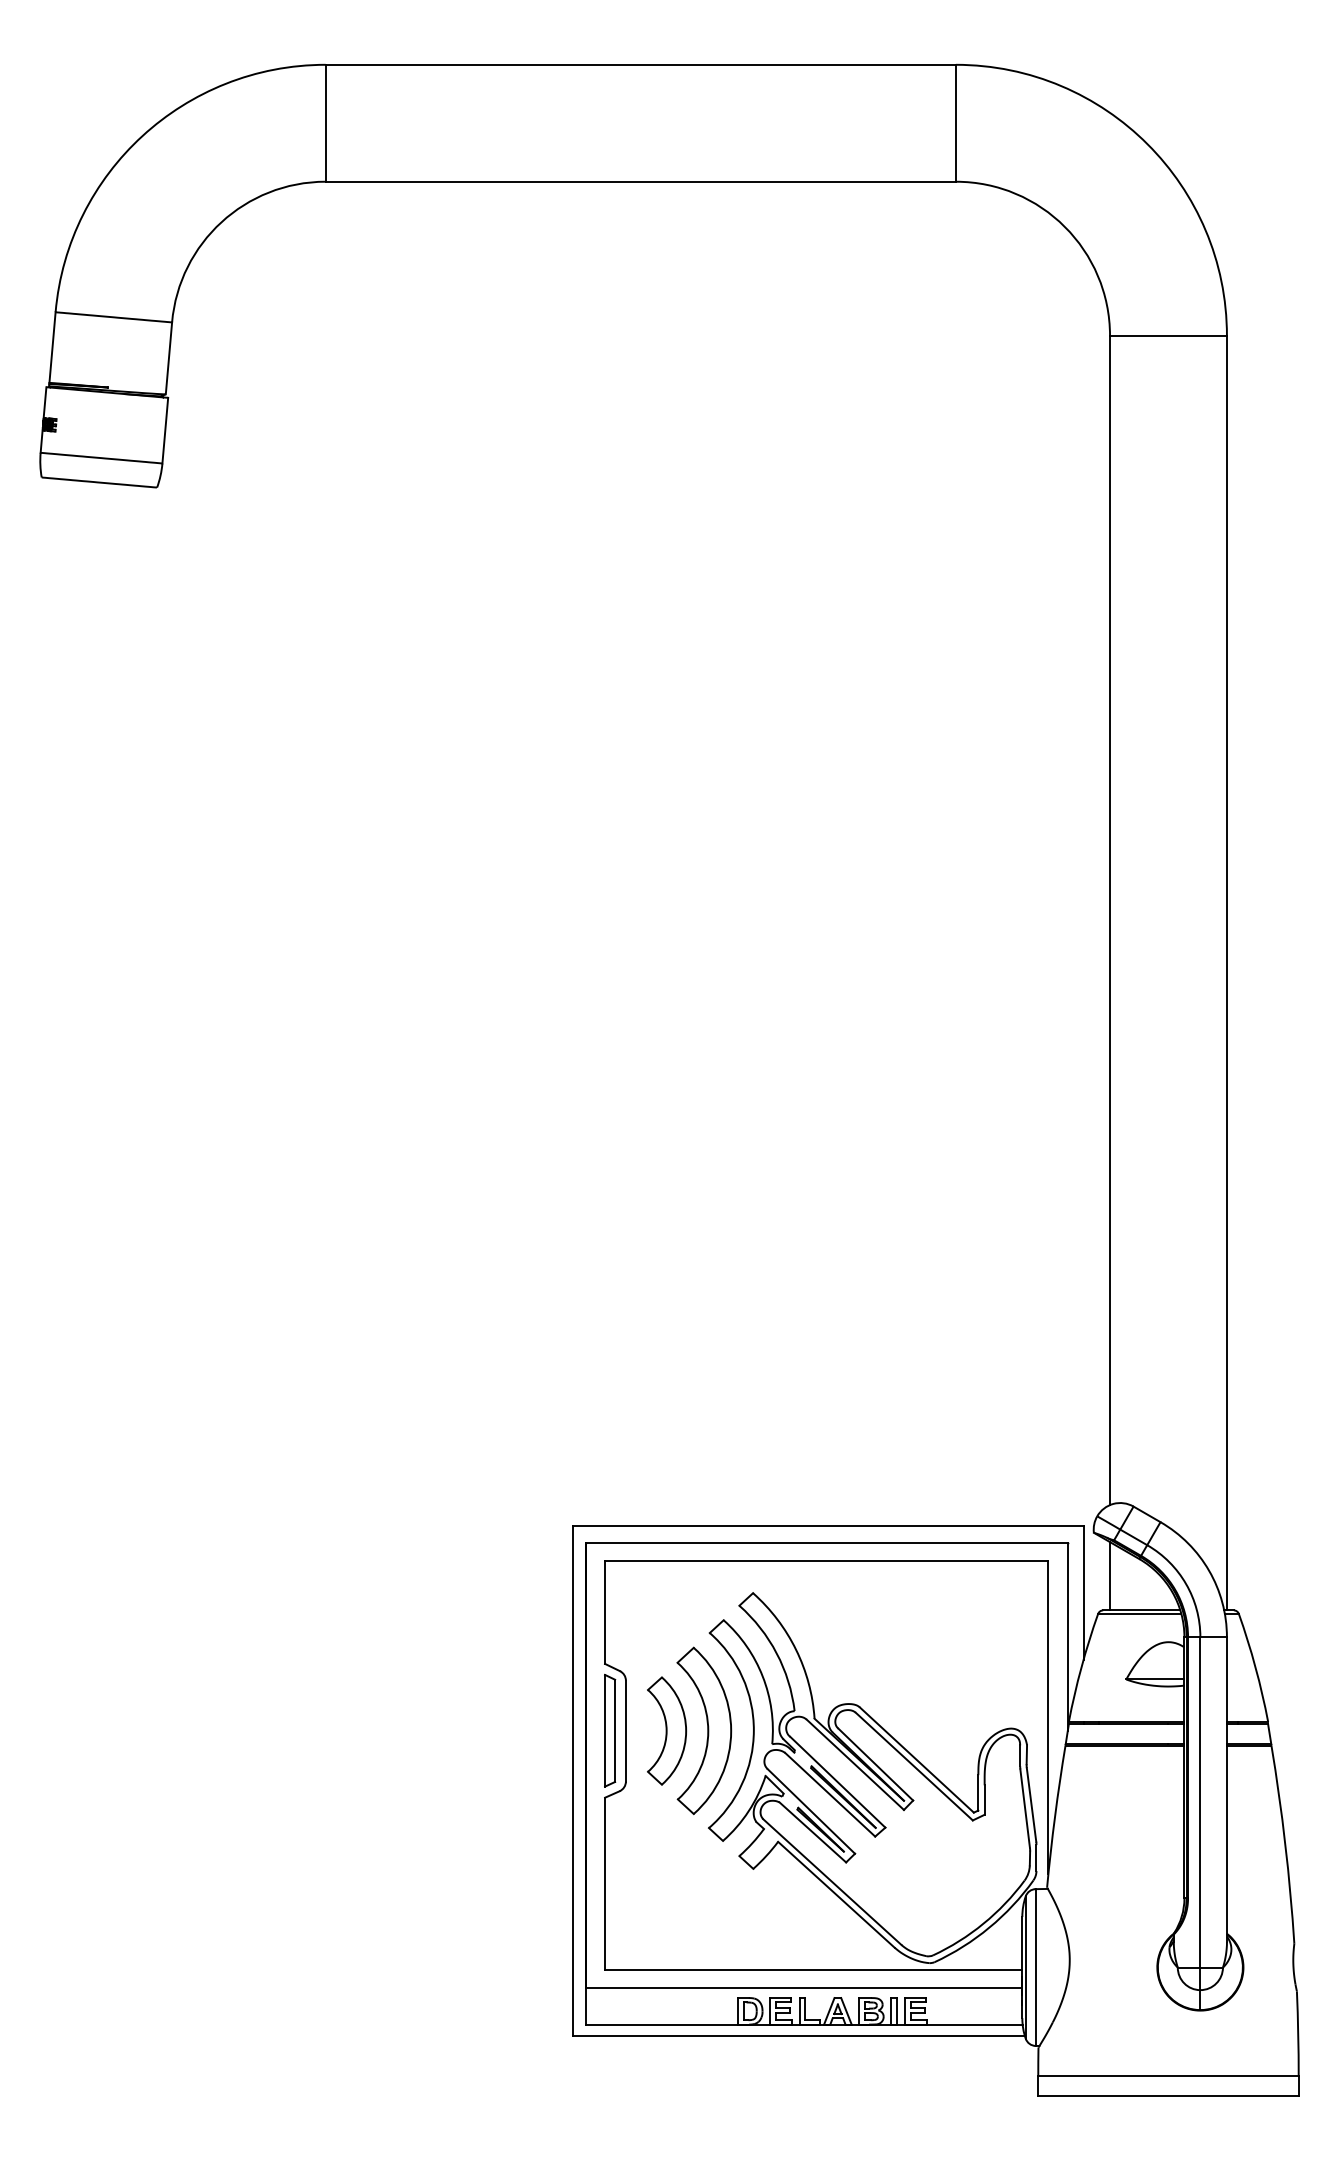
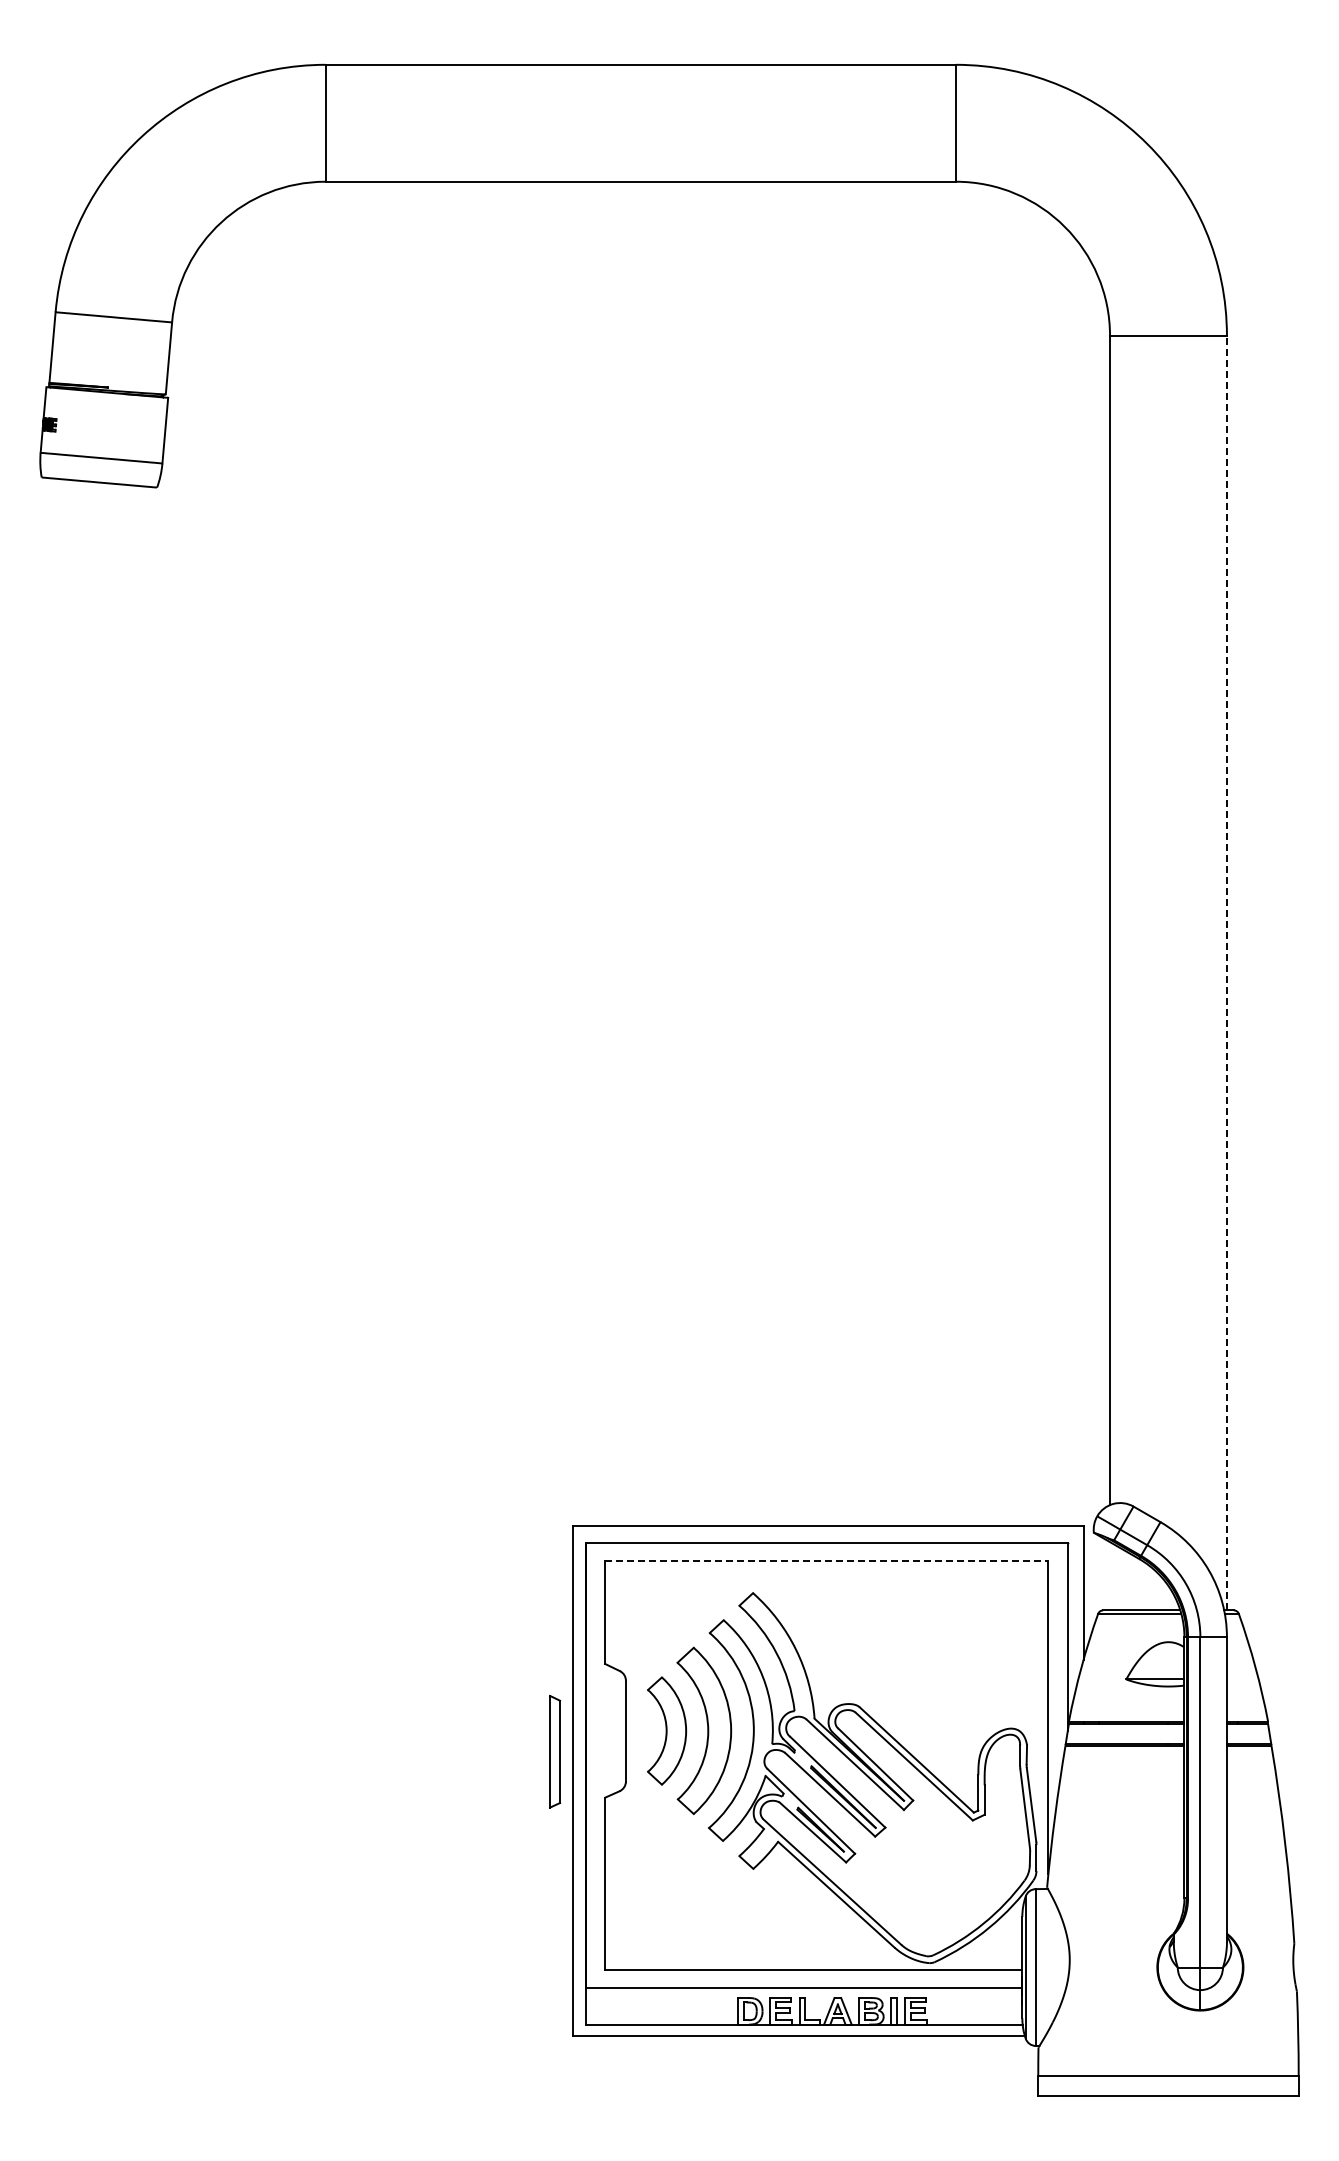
line at (1226, 972): solid -> dashed
line at (826, 1560): solid -> dashed
line at (1110, 1576): present -> none
part at (610, 1730) position: (610, 1730) -> (555, 1751)
